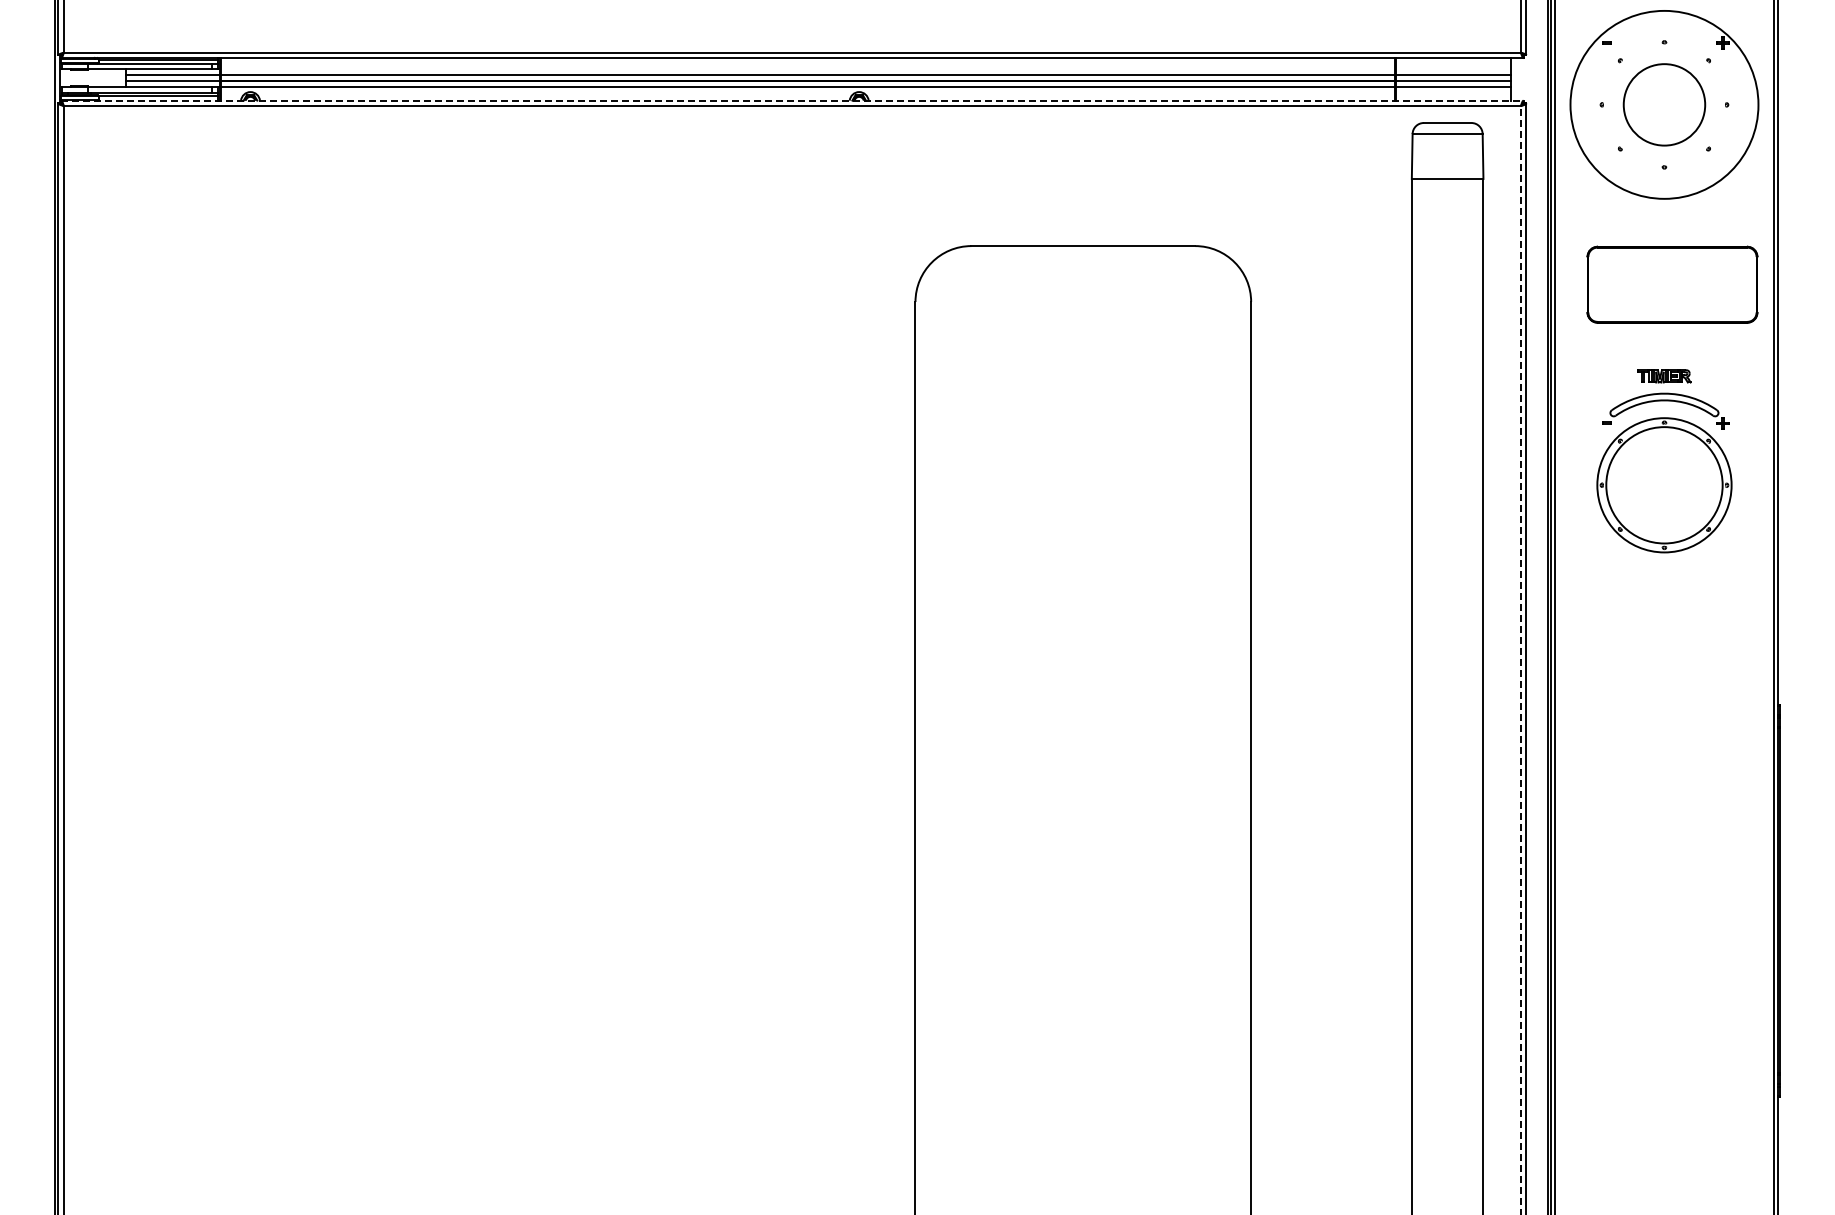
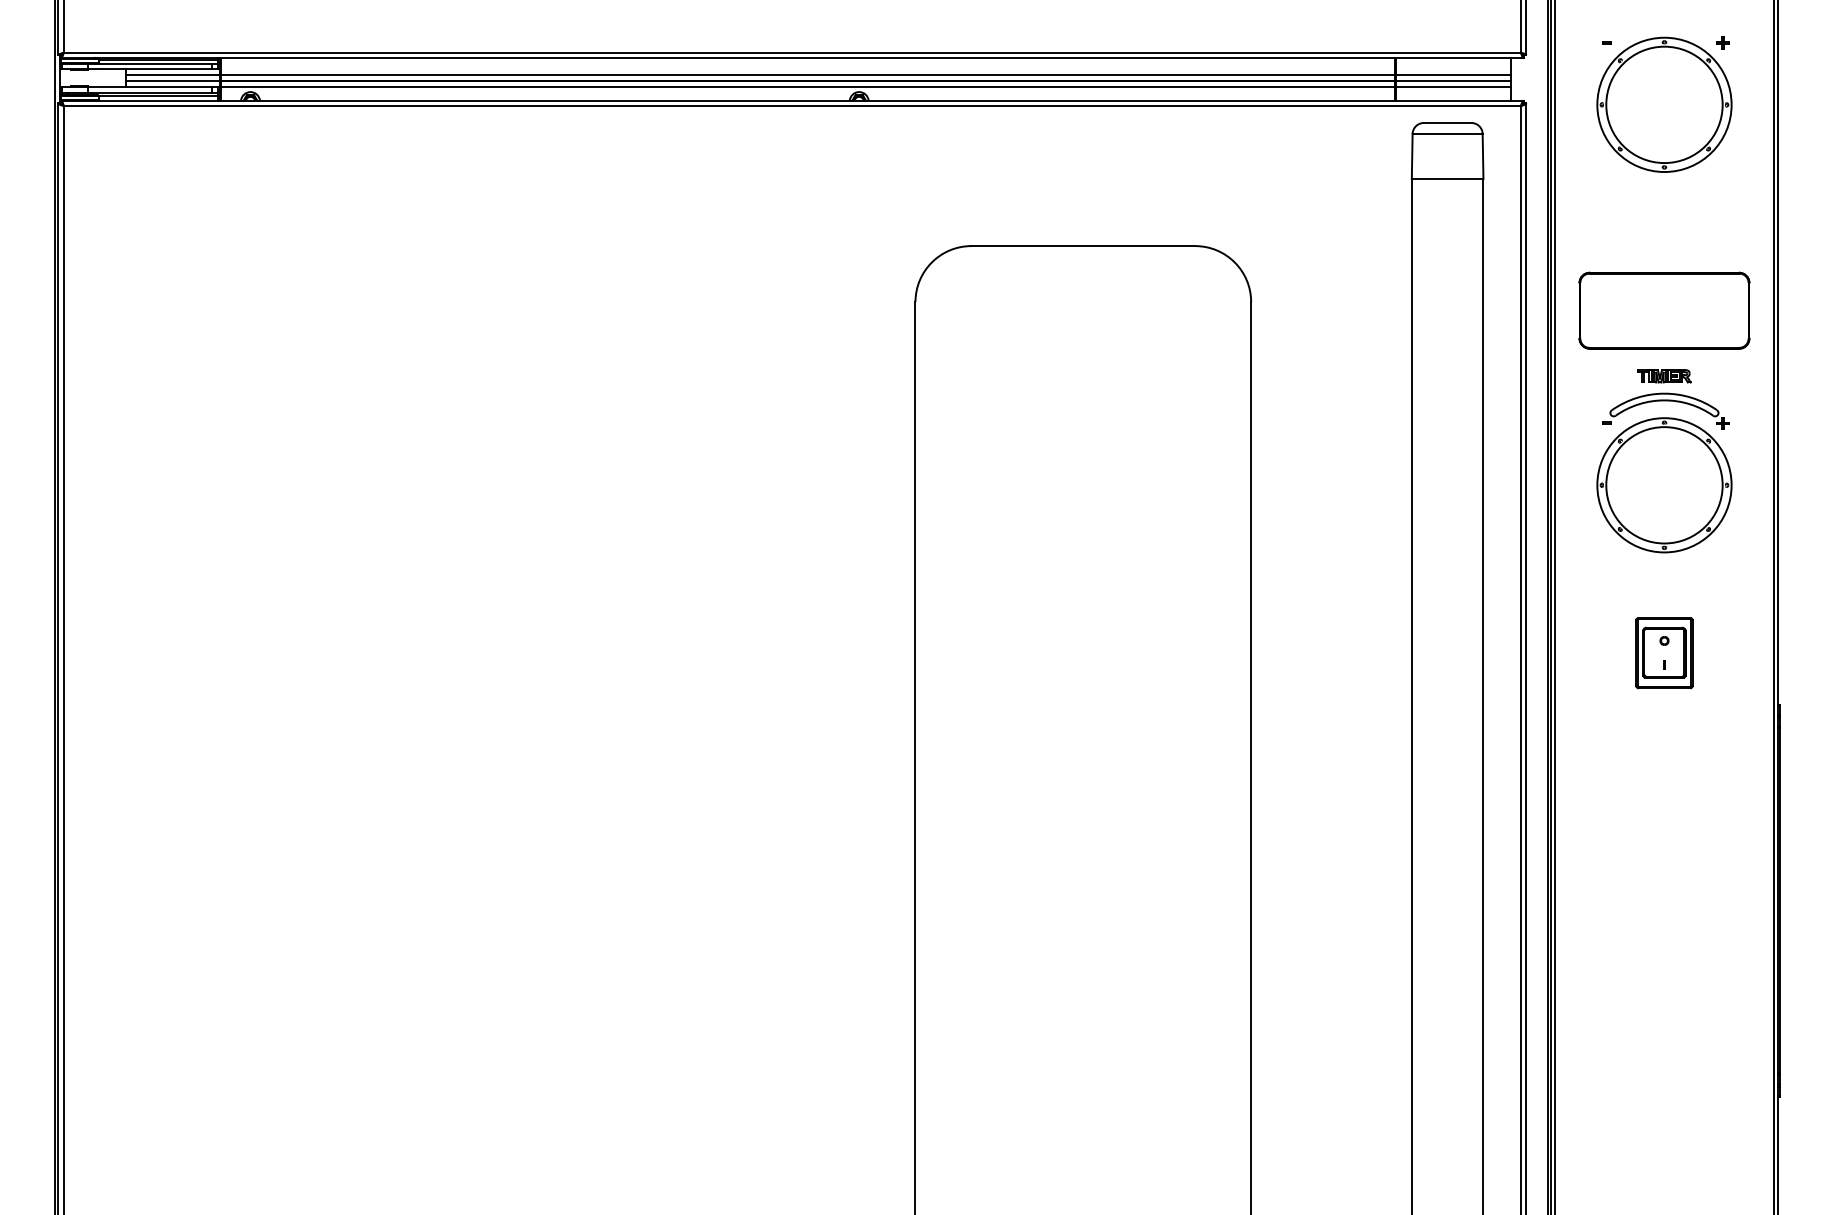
line at (792, 100): dashed -> solid
circle at (1664, 104) diameter: 188 px -> 134 px
circle at (1664, 104) diameter: 81 px -> 116 px
part at (1672, 284) position: (1672, 284) -> (1664, 310)
part at (1664, 653): none -> present
line at (1520, 659): dashed -> solid
